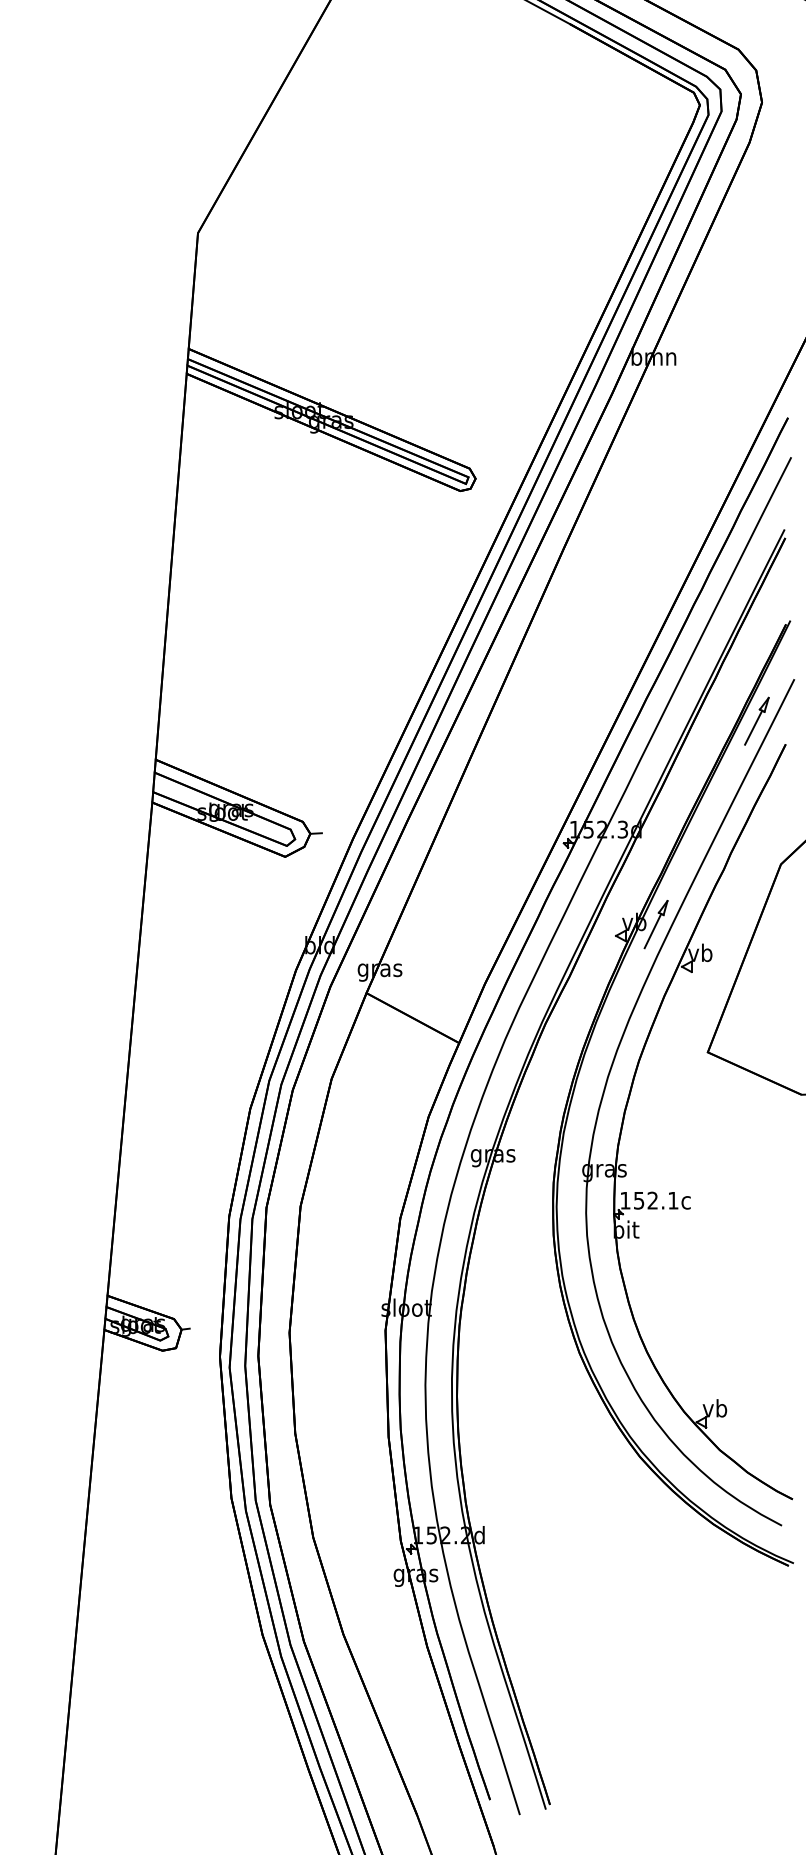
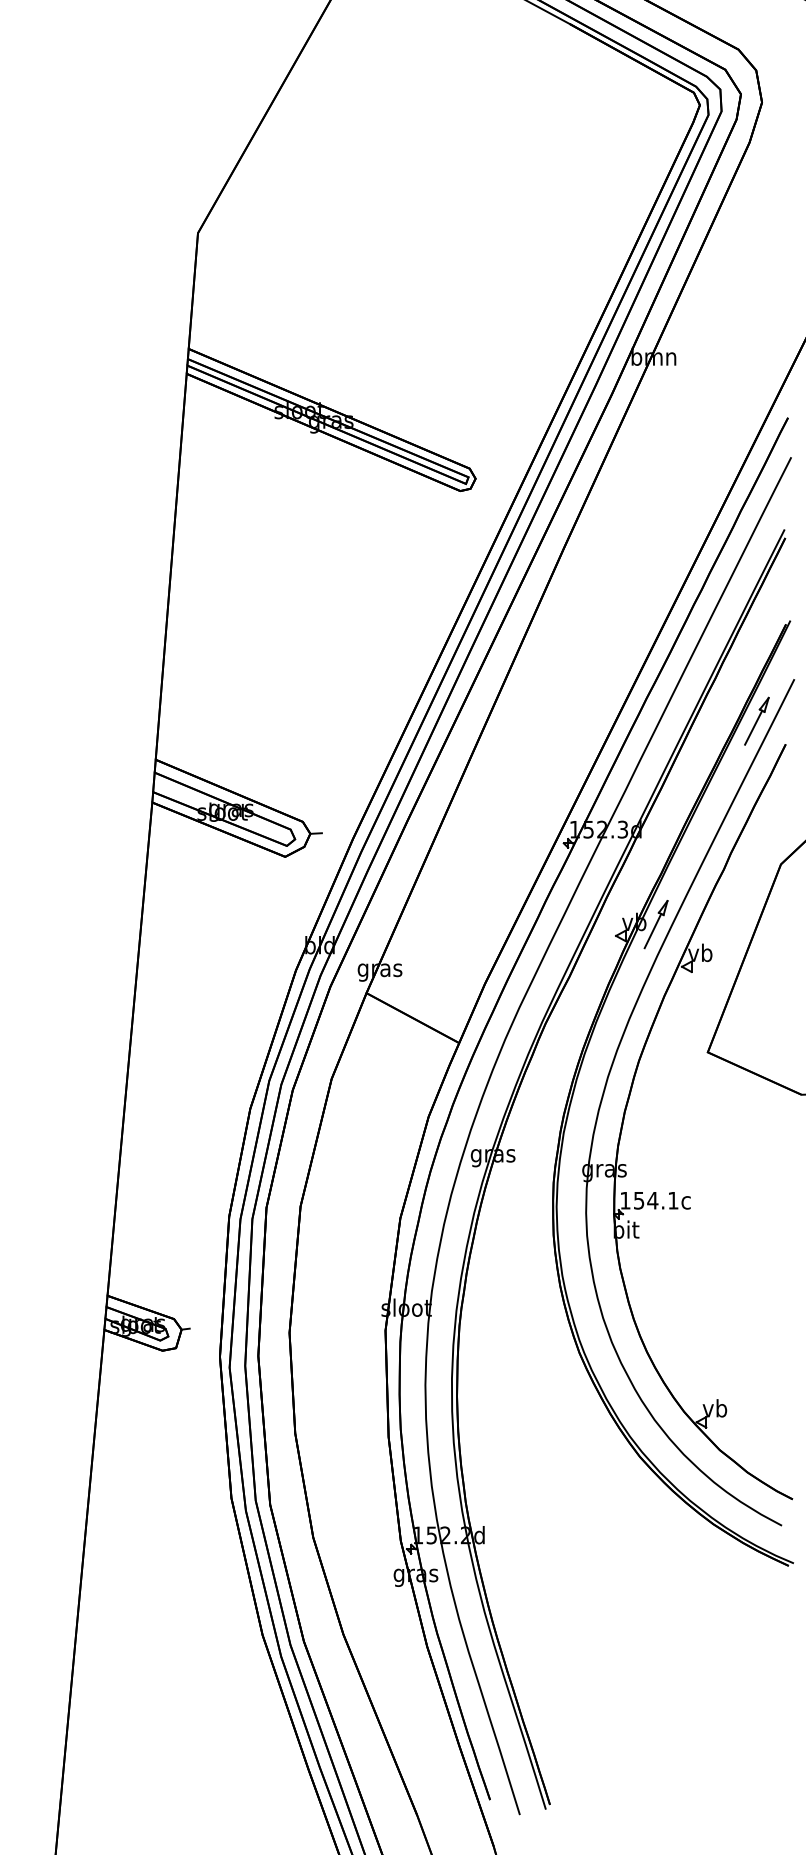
text at (652, 1200): 152.1c -> 154.1c
